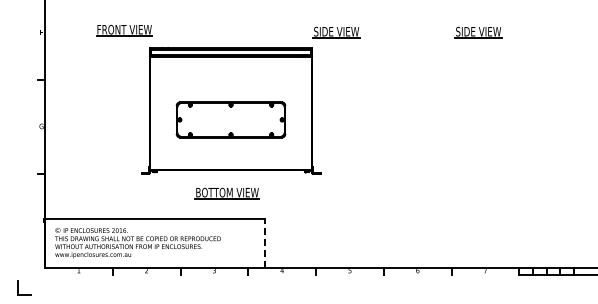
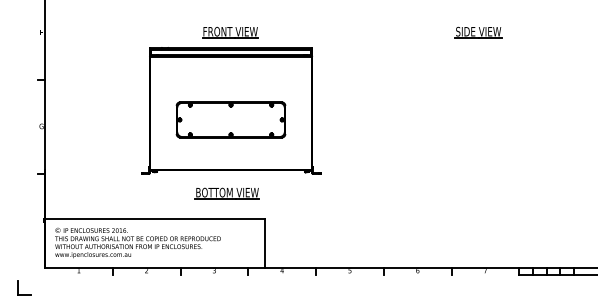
part at (124, 30) position: (124, 30) -> (230, 32)
part at (336, 32): present -> none
line at (265, 243): dashed -> solid
